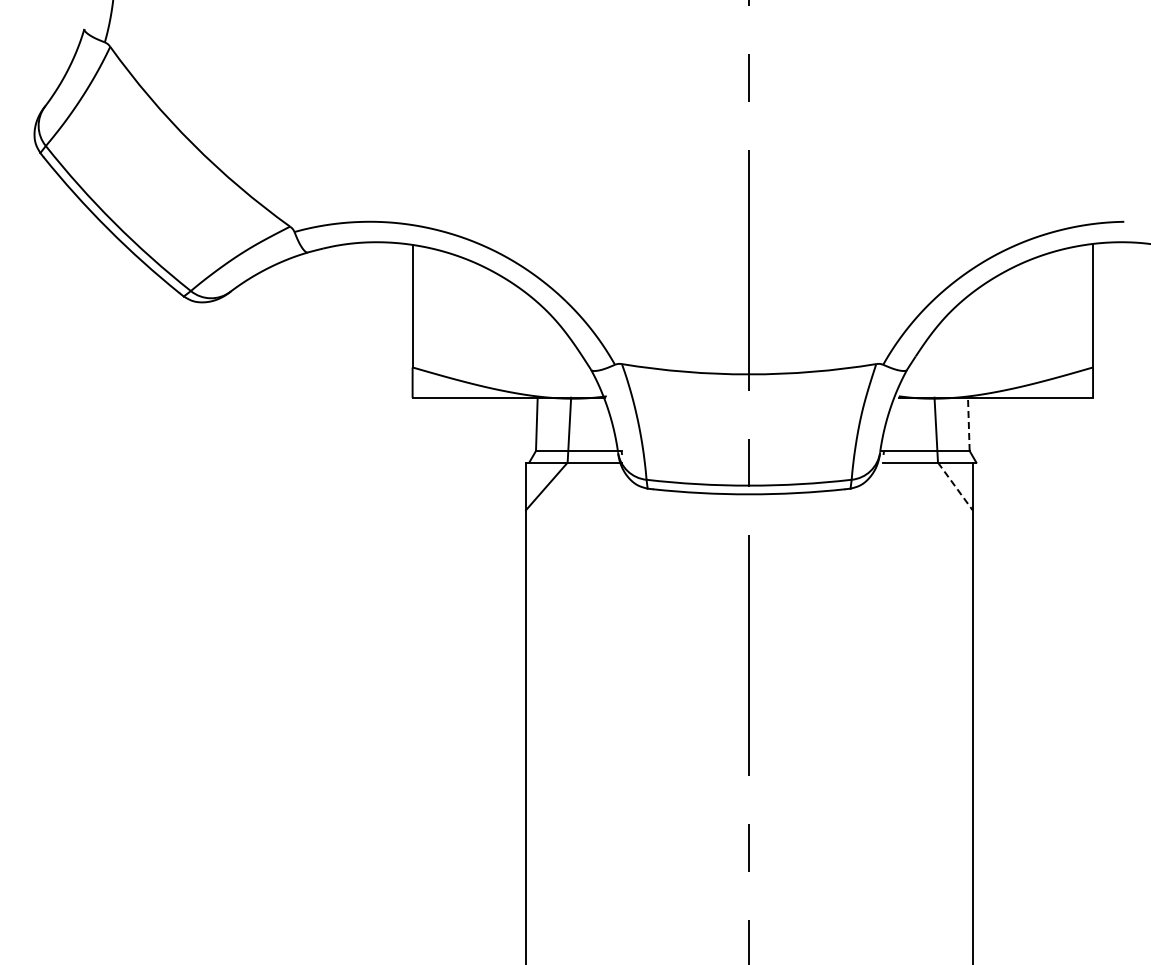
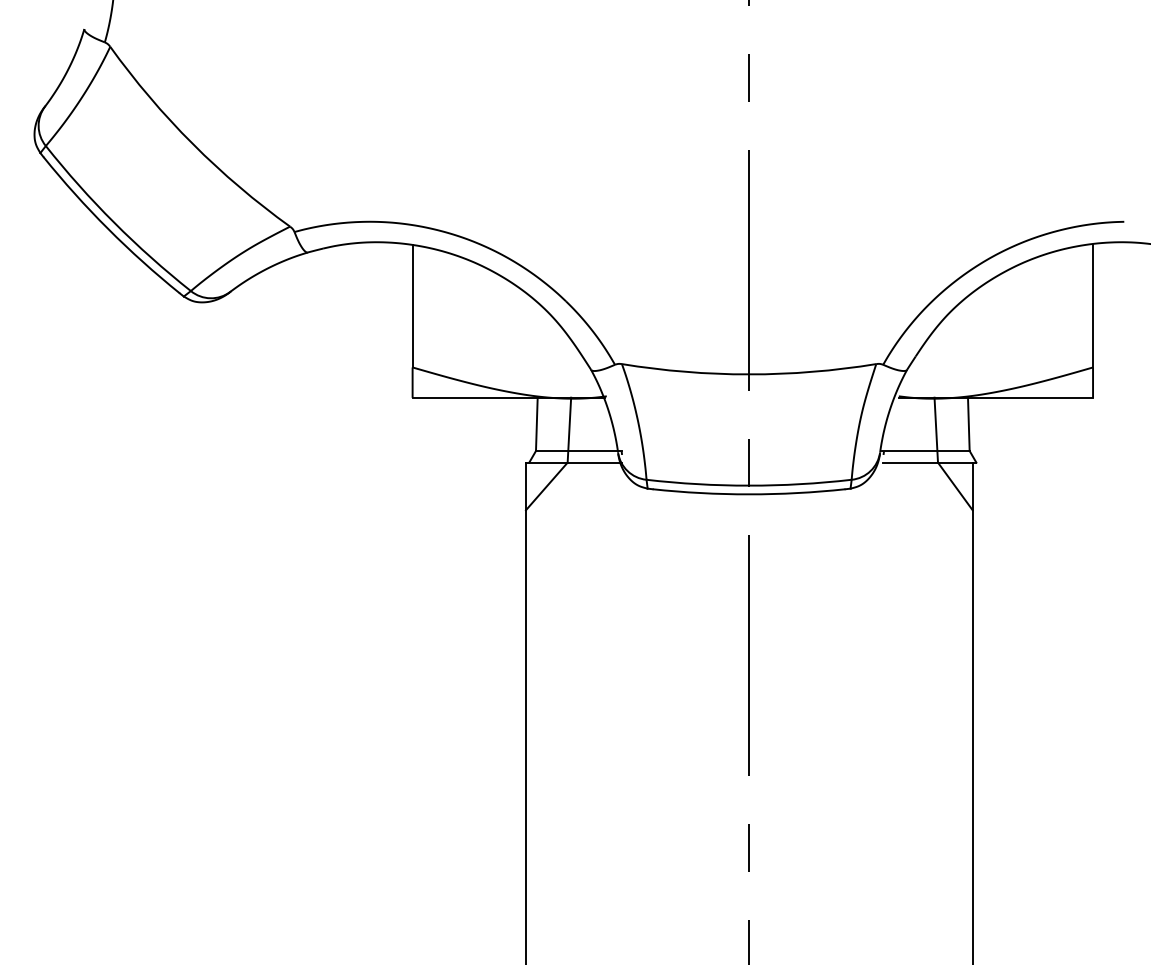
line at (968, 424): dashed -> solid
line at (955, 486): dashed -> solid
